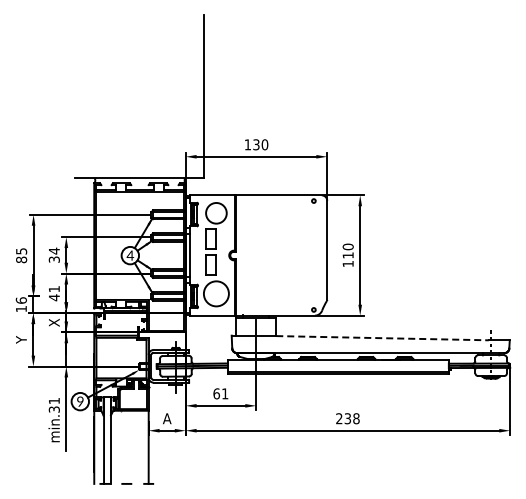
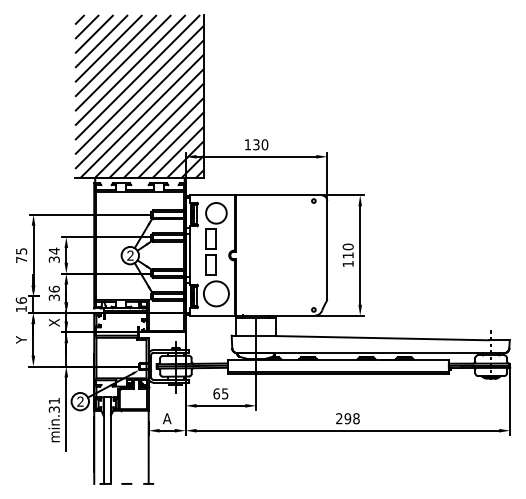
hatch at (139, 96): none -> present
text at (130, 255): 4 -> 2
text at (21, 259): 85 -> 75
text at (53, 293): 41 -> 36
line at (383, 338): dashed -> solid
text at (225, 393): 61 -> 65
text at (80, 402): 9 -> 2
text at (347, 418): 238 -> 298
